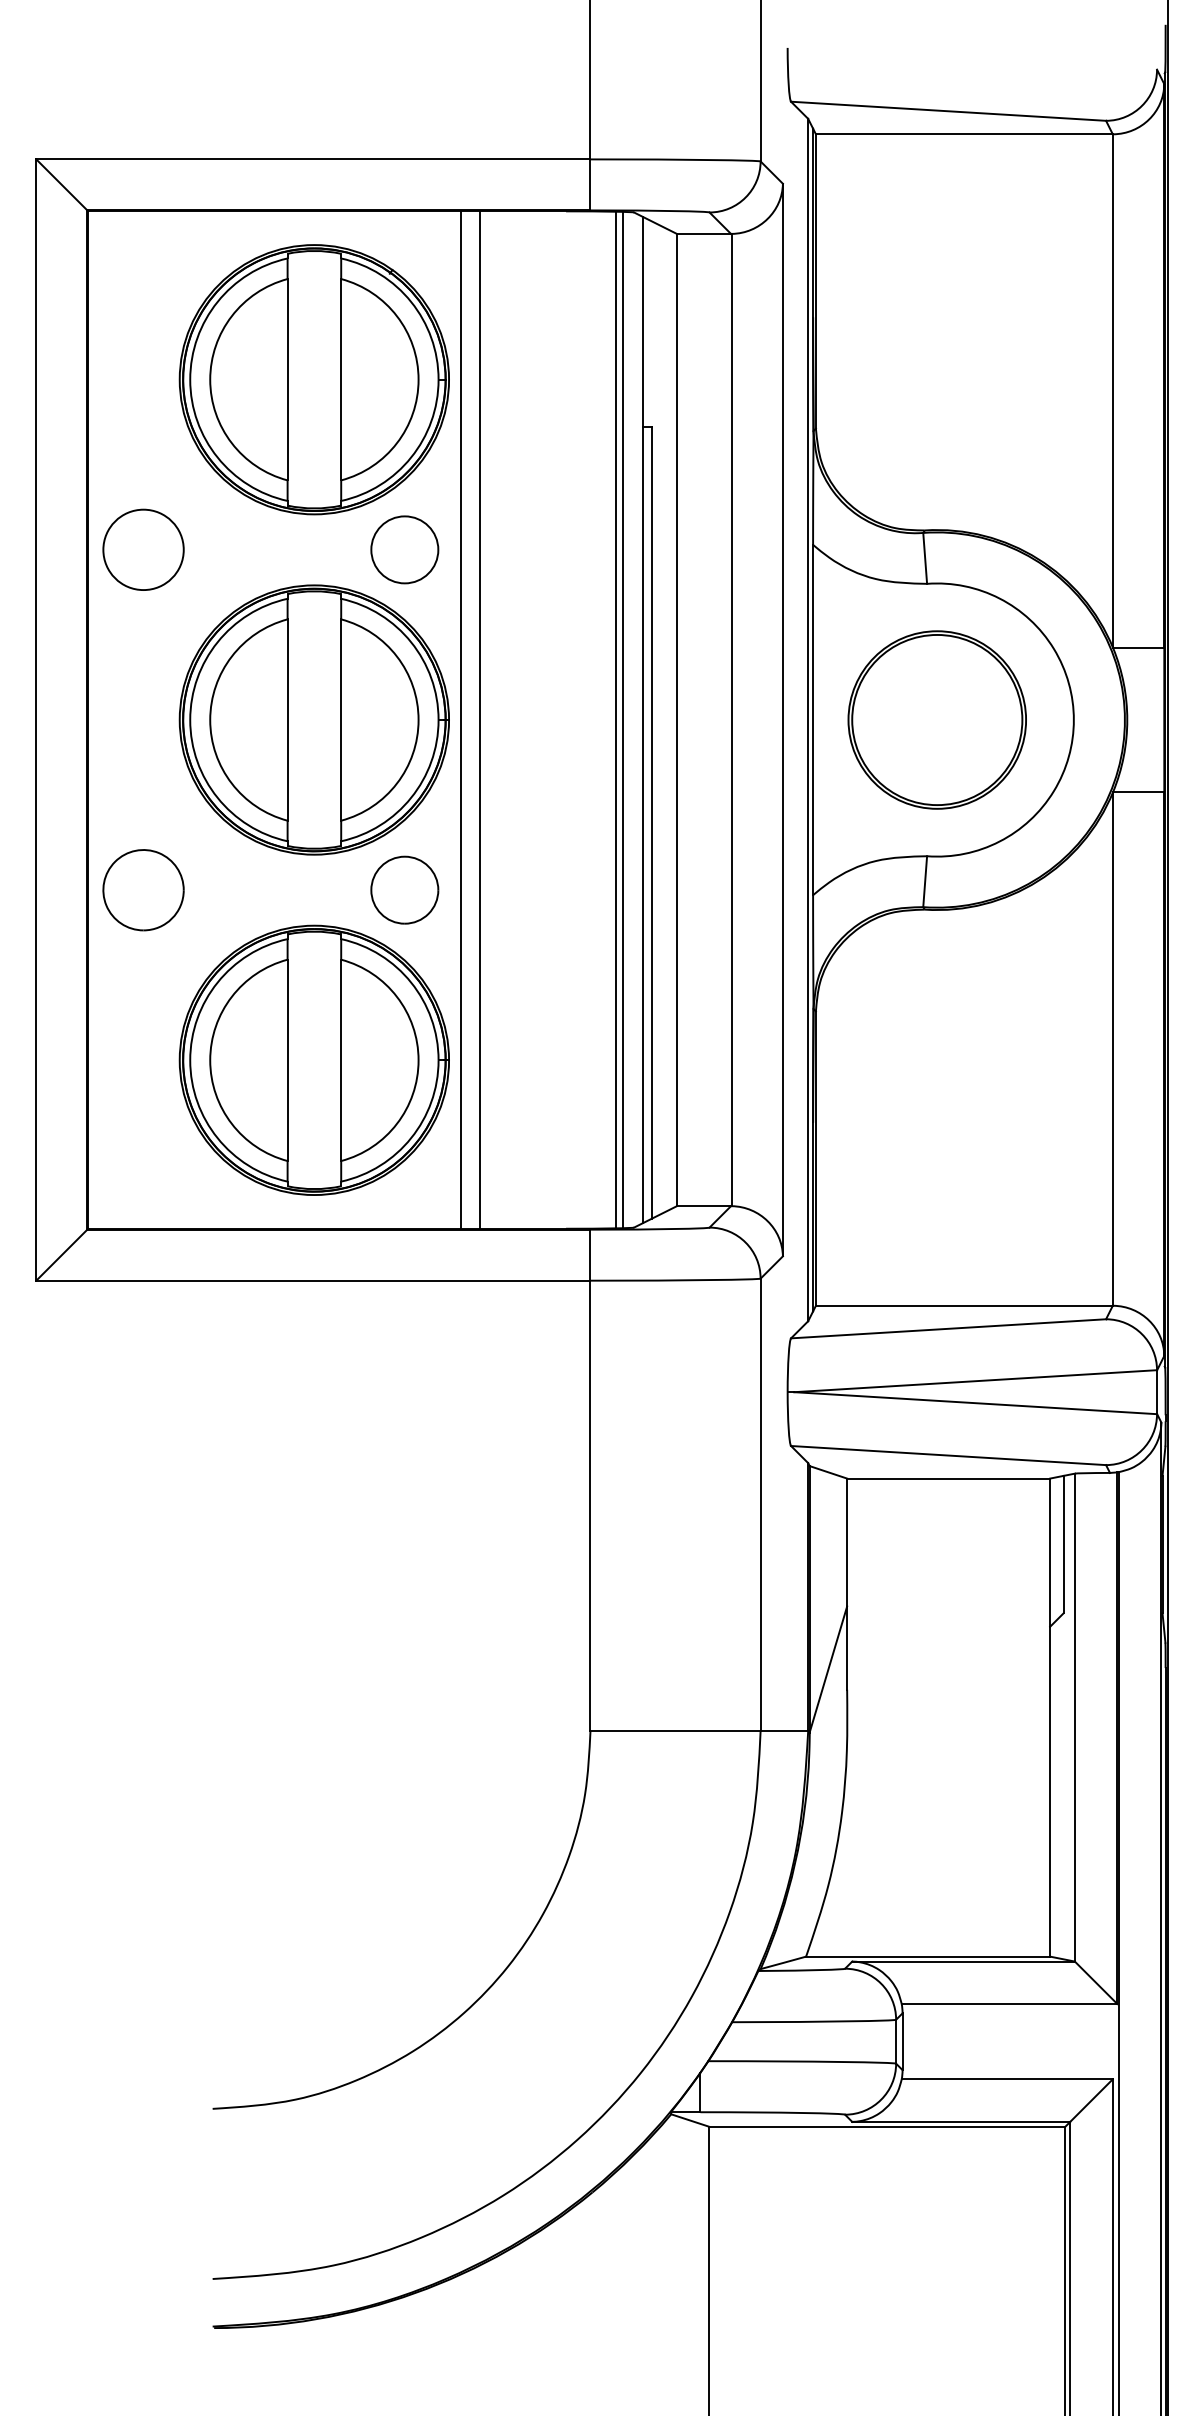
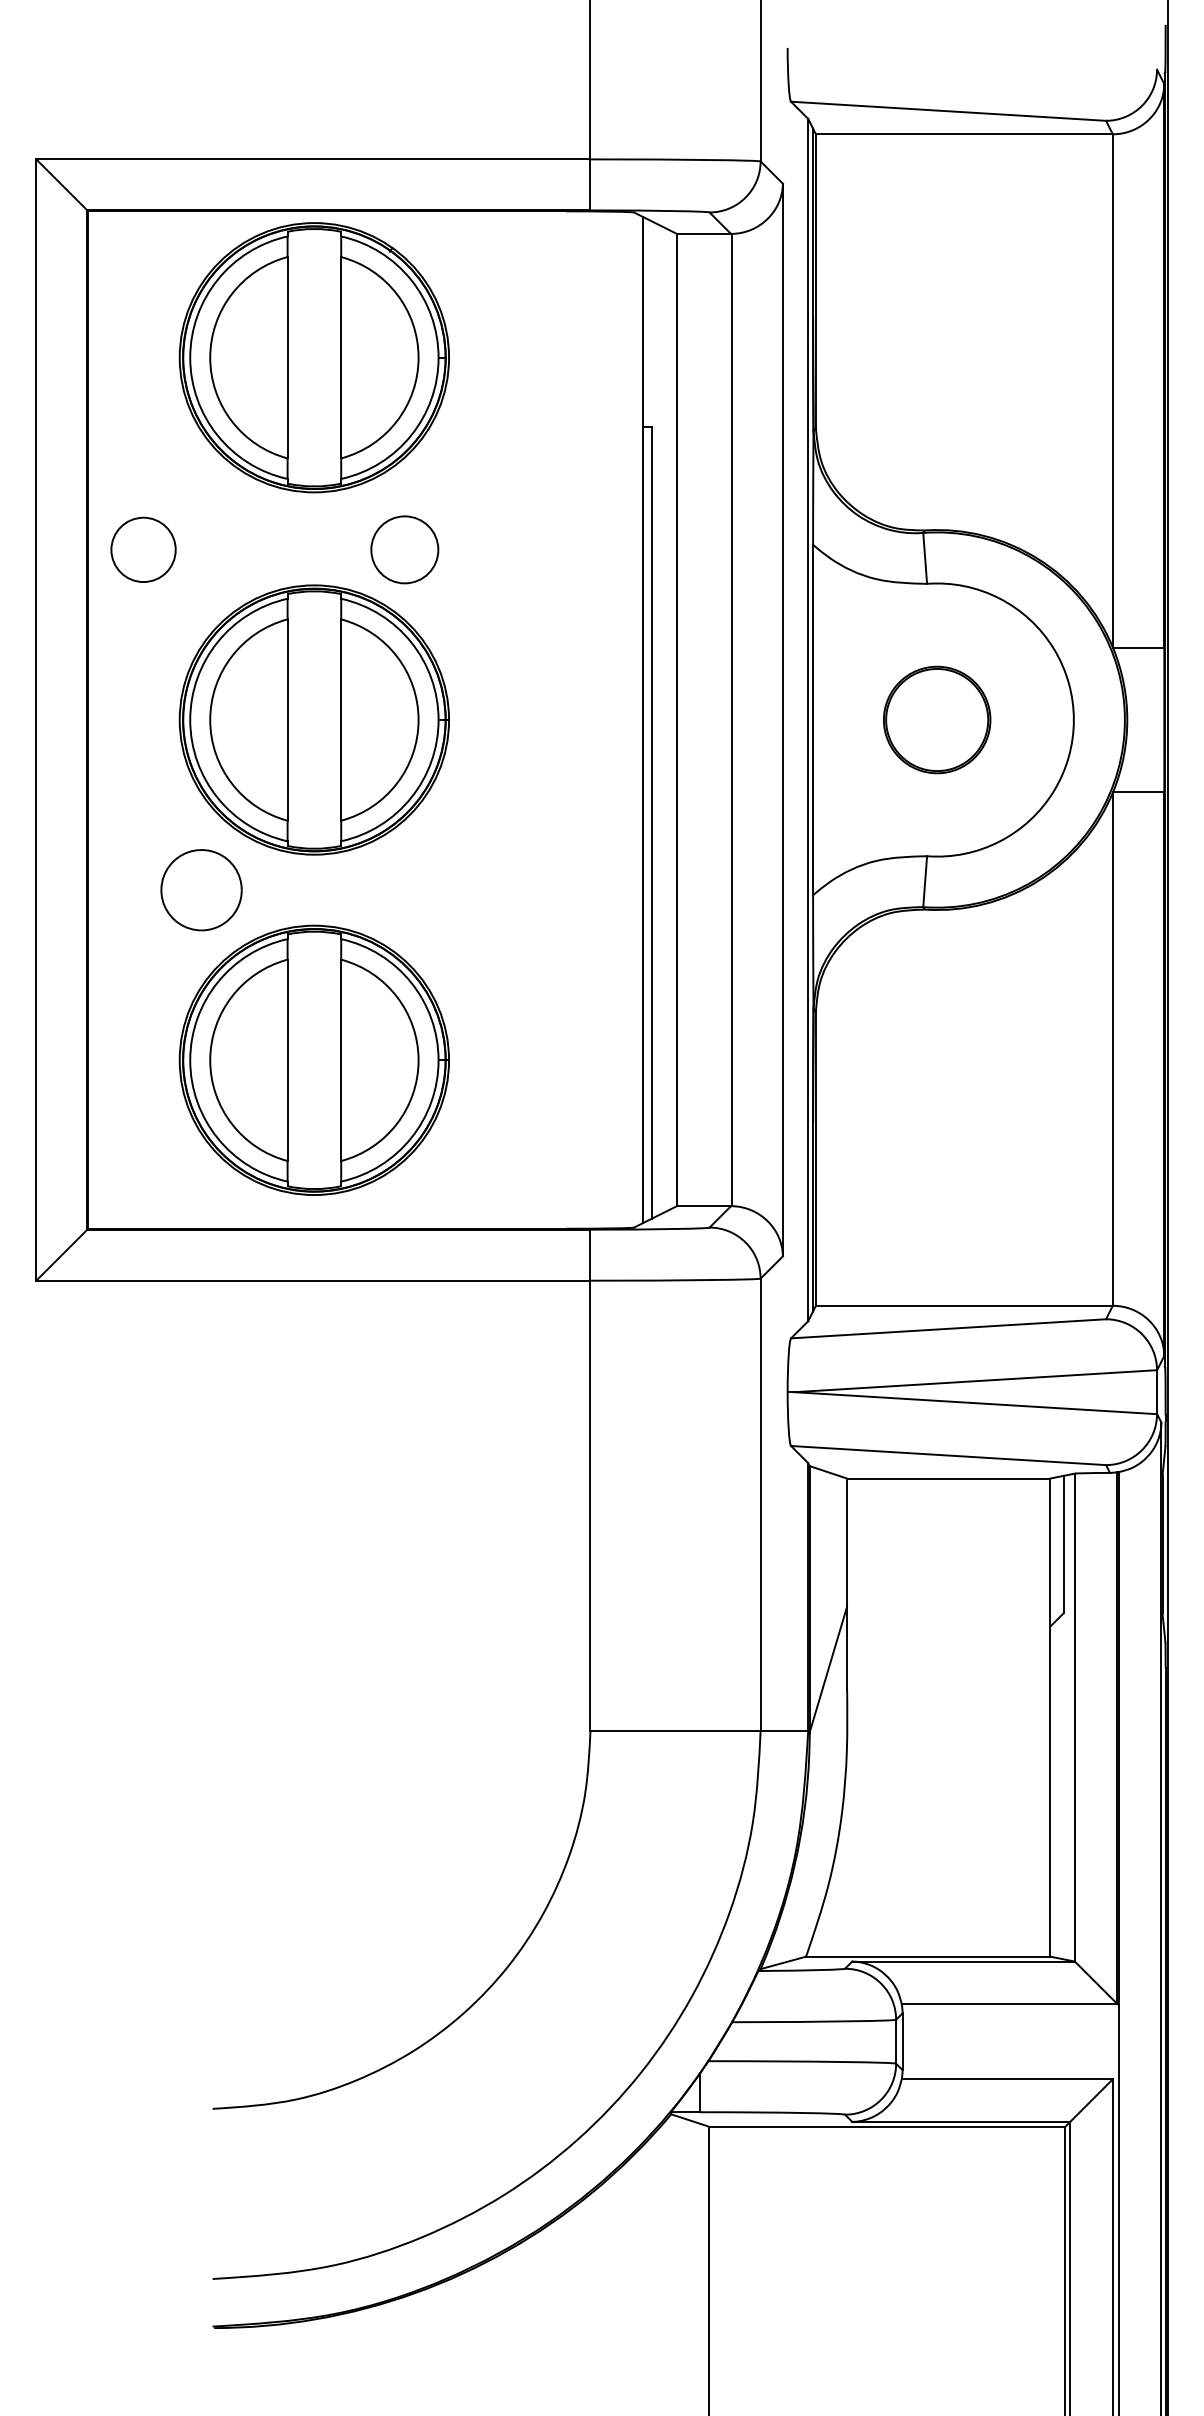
part at (313, 379) position: (313, 379) -> (313, 357)
circle at (143, 549) diameter: 80 px -> 64 px
line at (460, 719): present -> none
line at (479, 719): present -> none
line at (615, 719): present -> none
line at (622, 719): present -> none
part at (936, 719) size: 180x180 px -> 109x110 px
part at (404, 889): present -> none
part at (143, 890) position: (143, 890) -> (201, 890)
